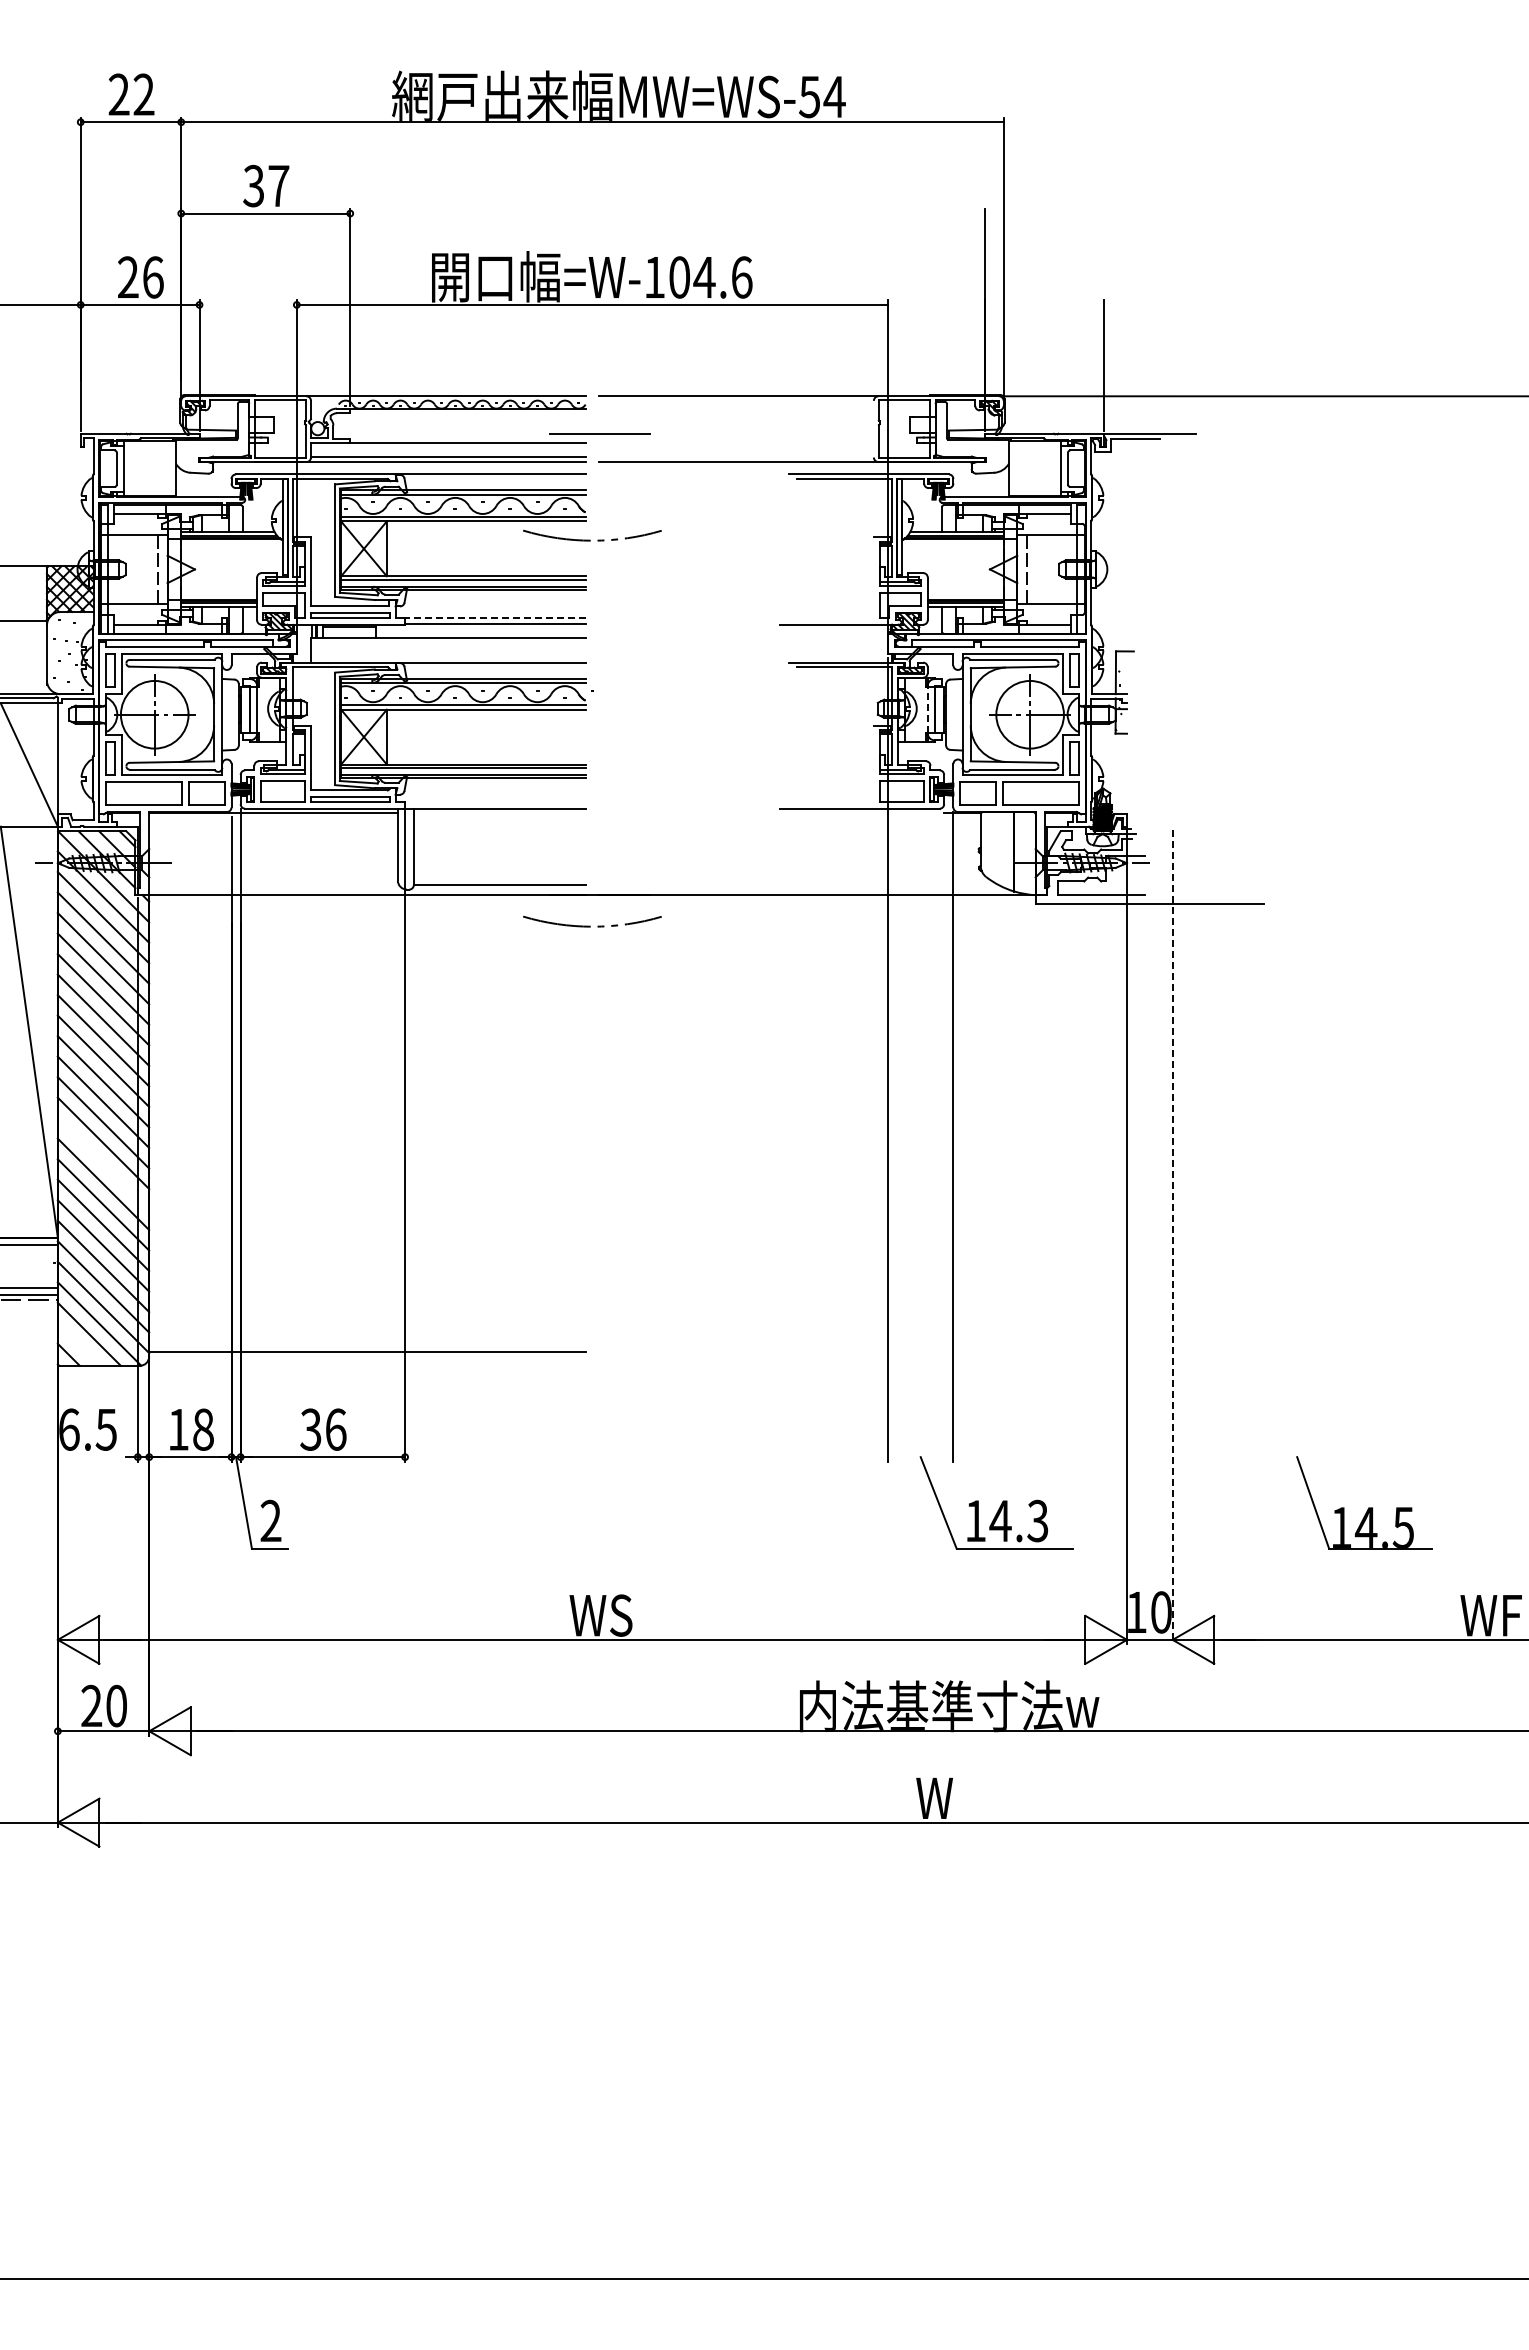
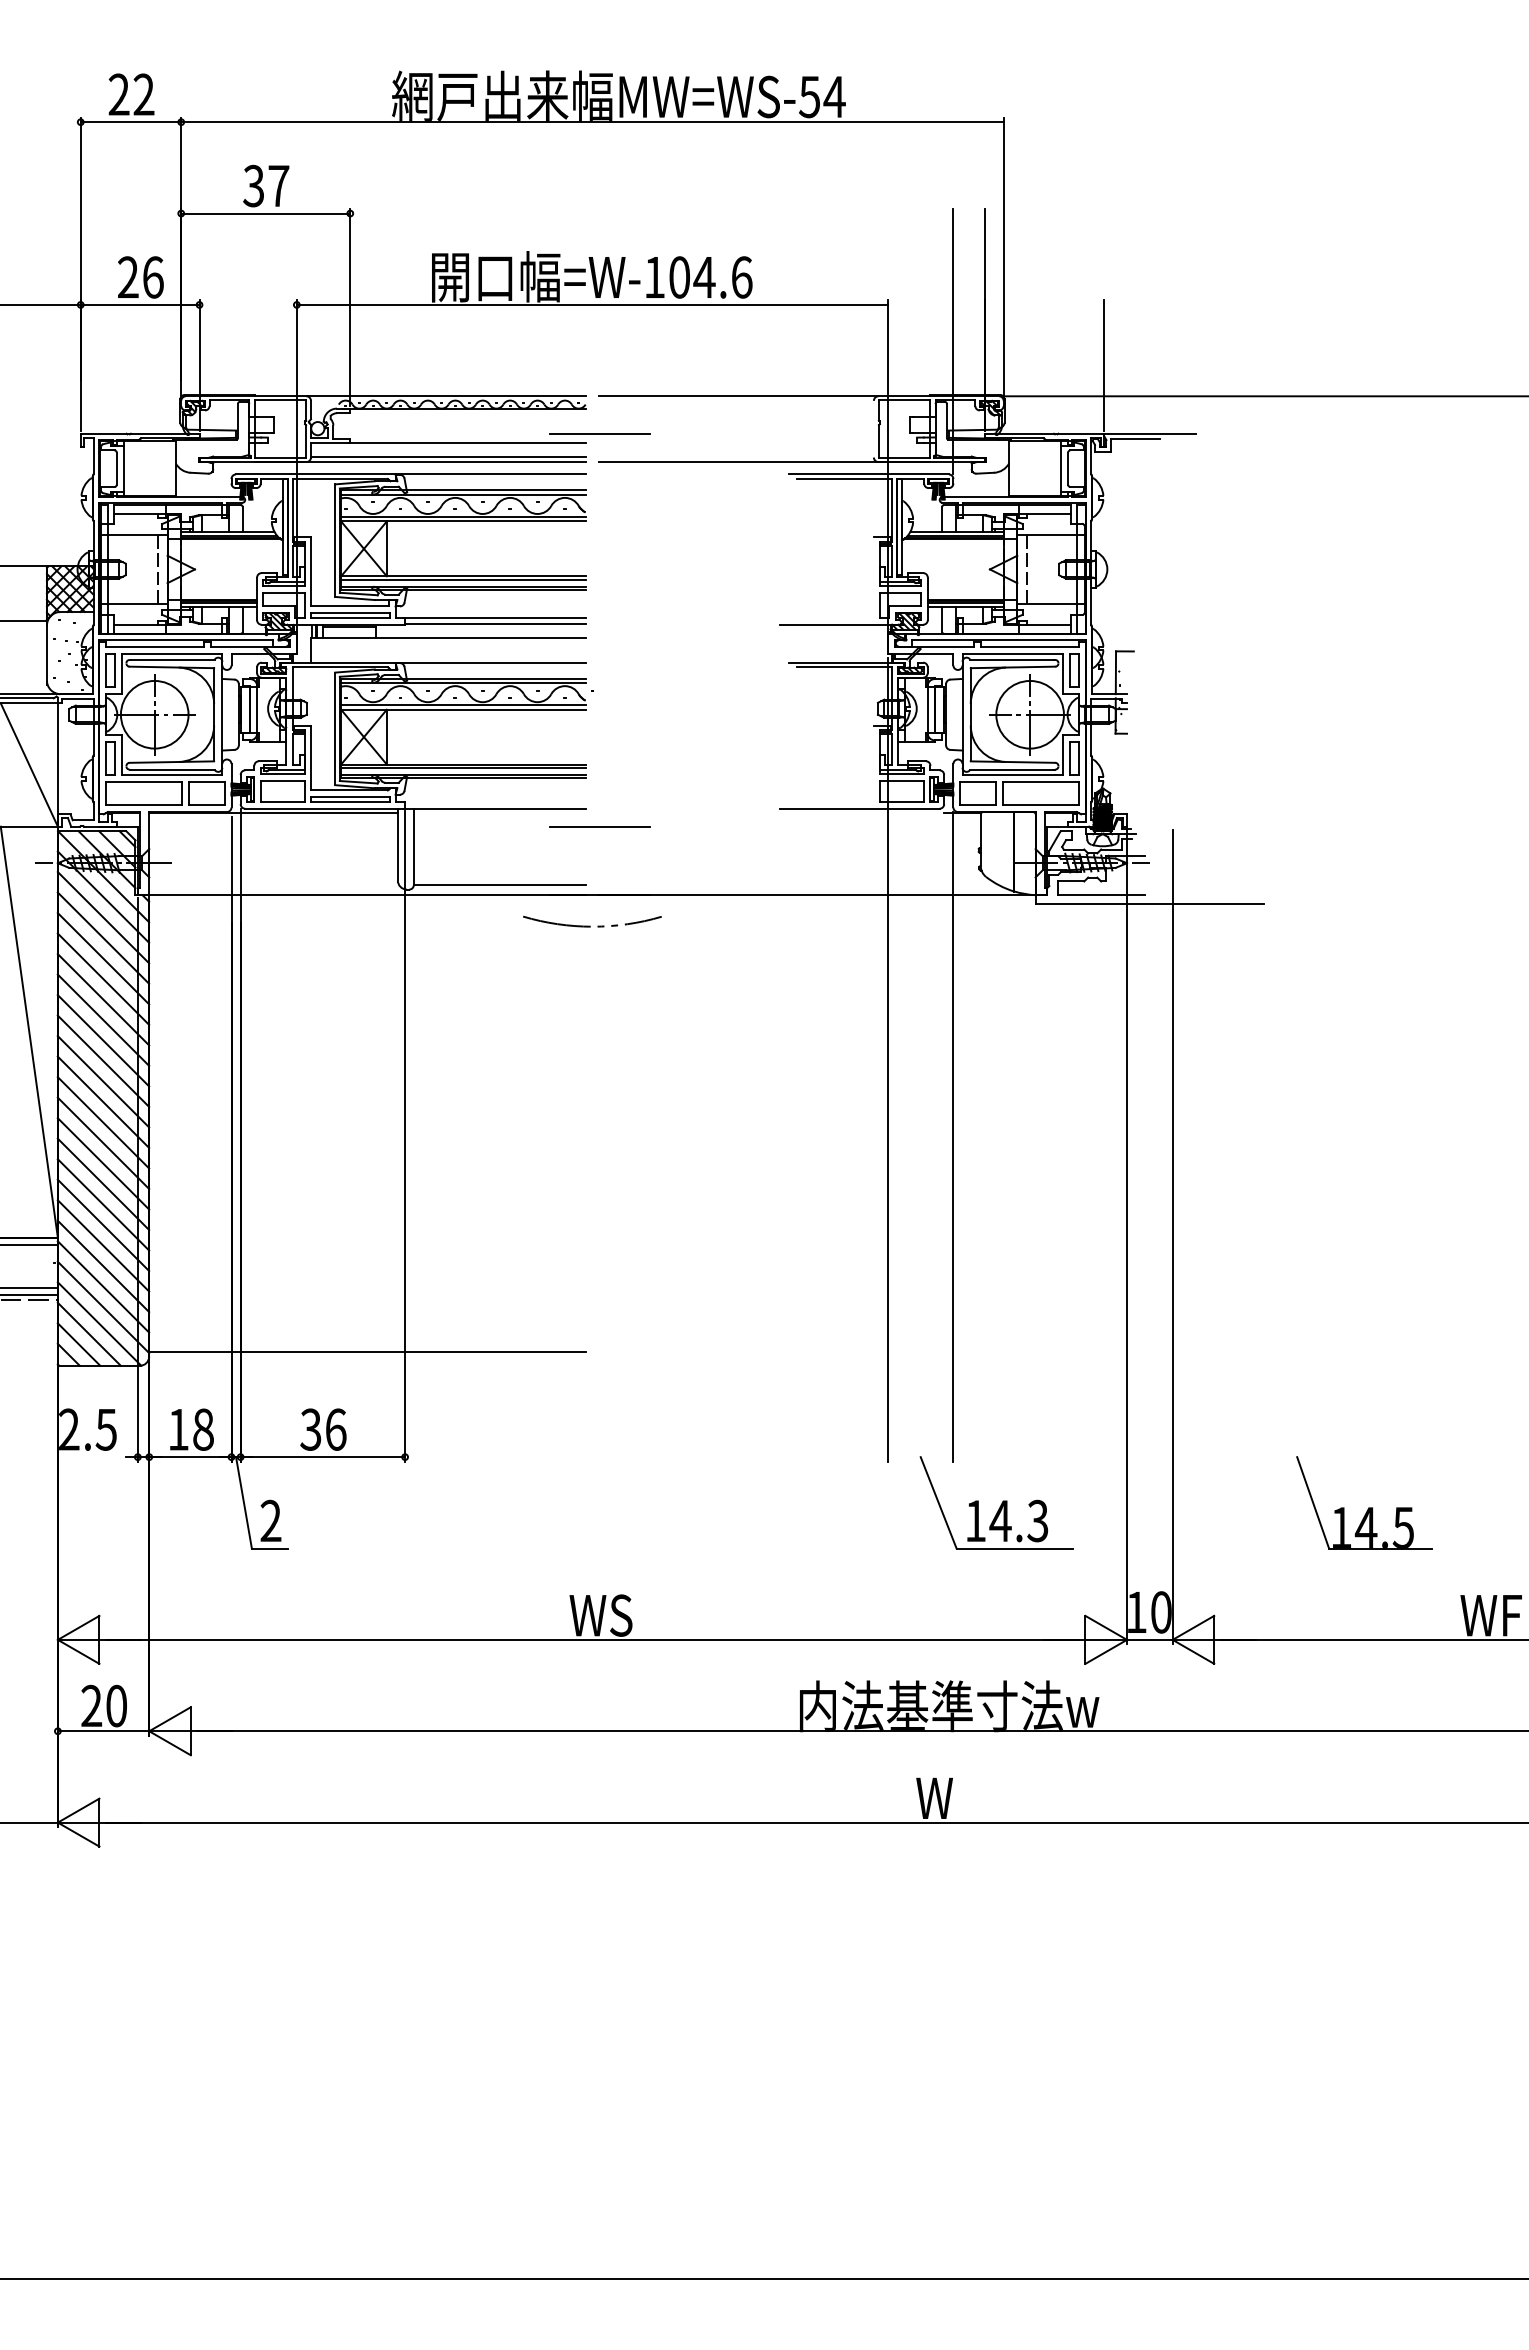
line at (953, 341): none -> present
arc at (590, 539): present -> none
line at (494, 618): dashed -> solid
line at (927, 709): dashed -> solid
line at (599, 826): none -> present
line at (103, 1163): none -> present
line at (1172, 1237): dashed -> solid
line at (78, 1344): none -> present
text at (69, 1429): 6.5 -> 2.5
